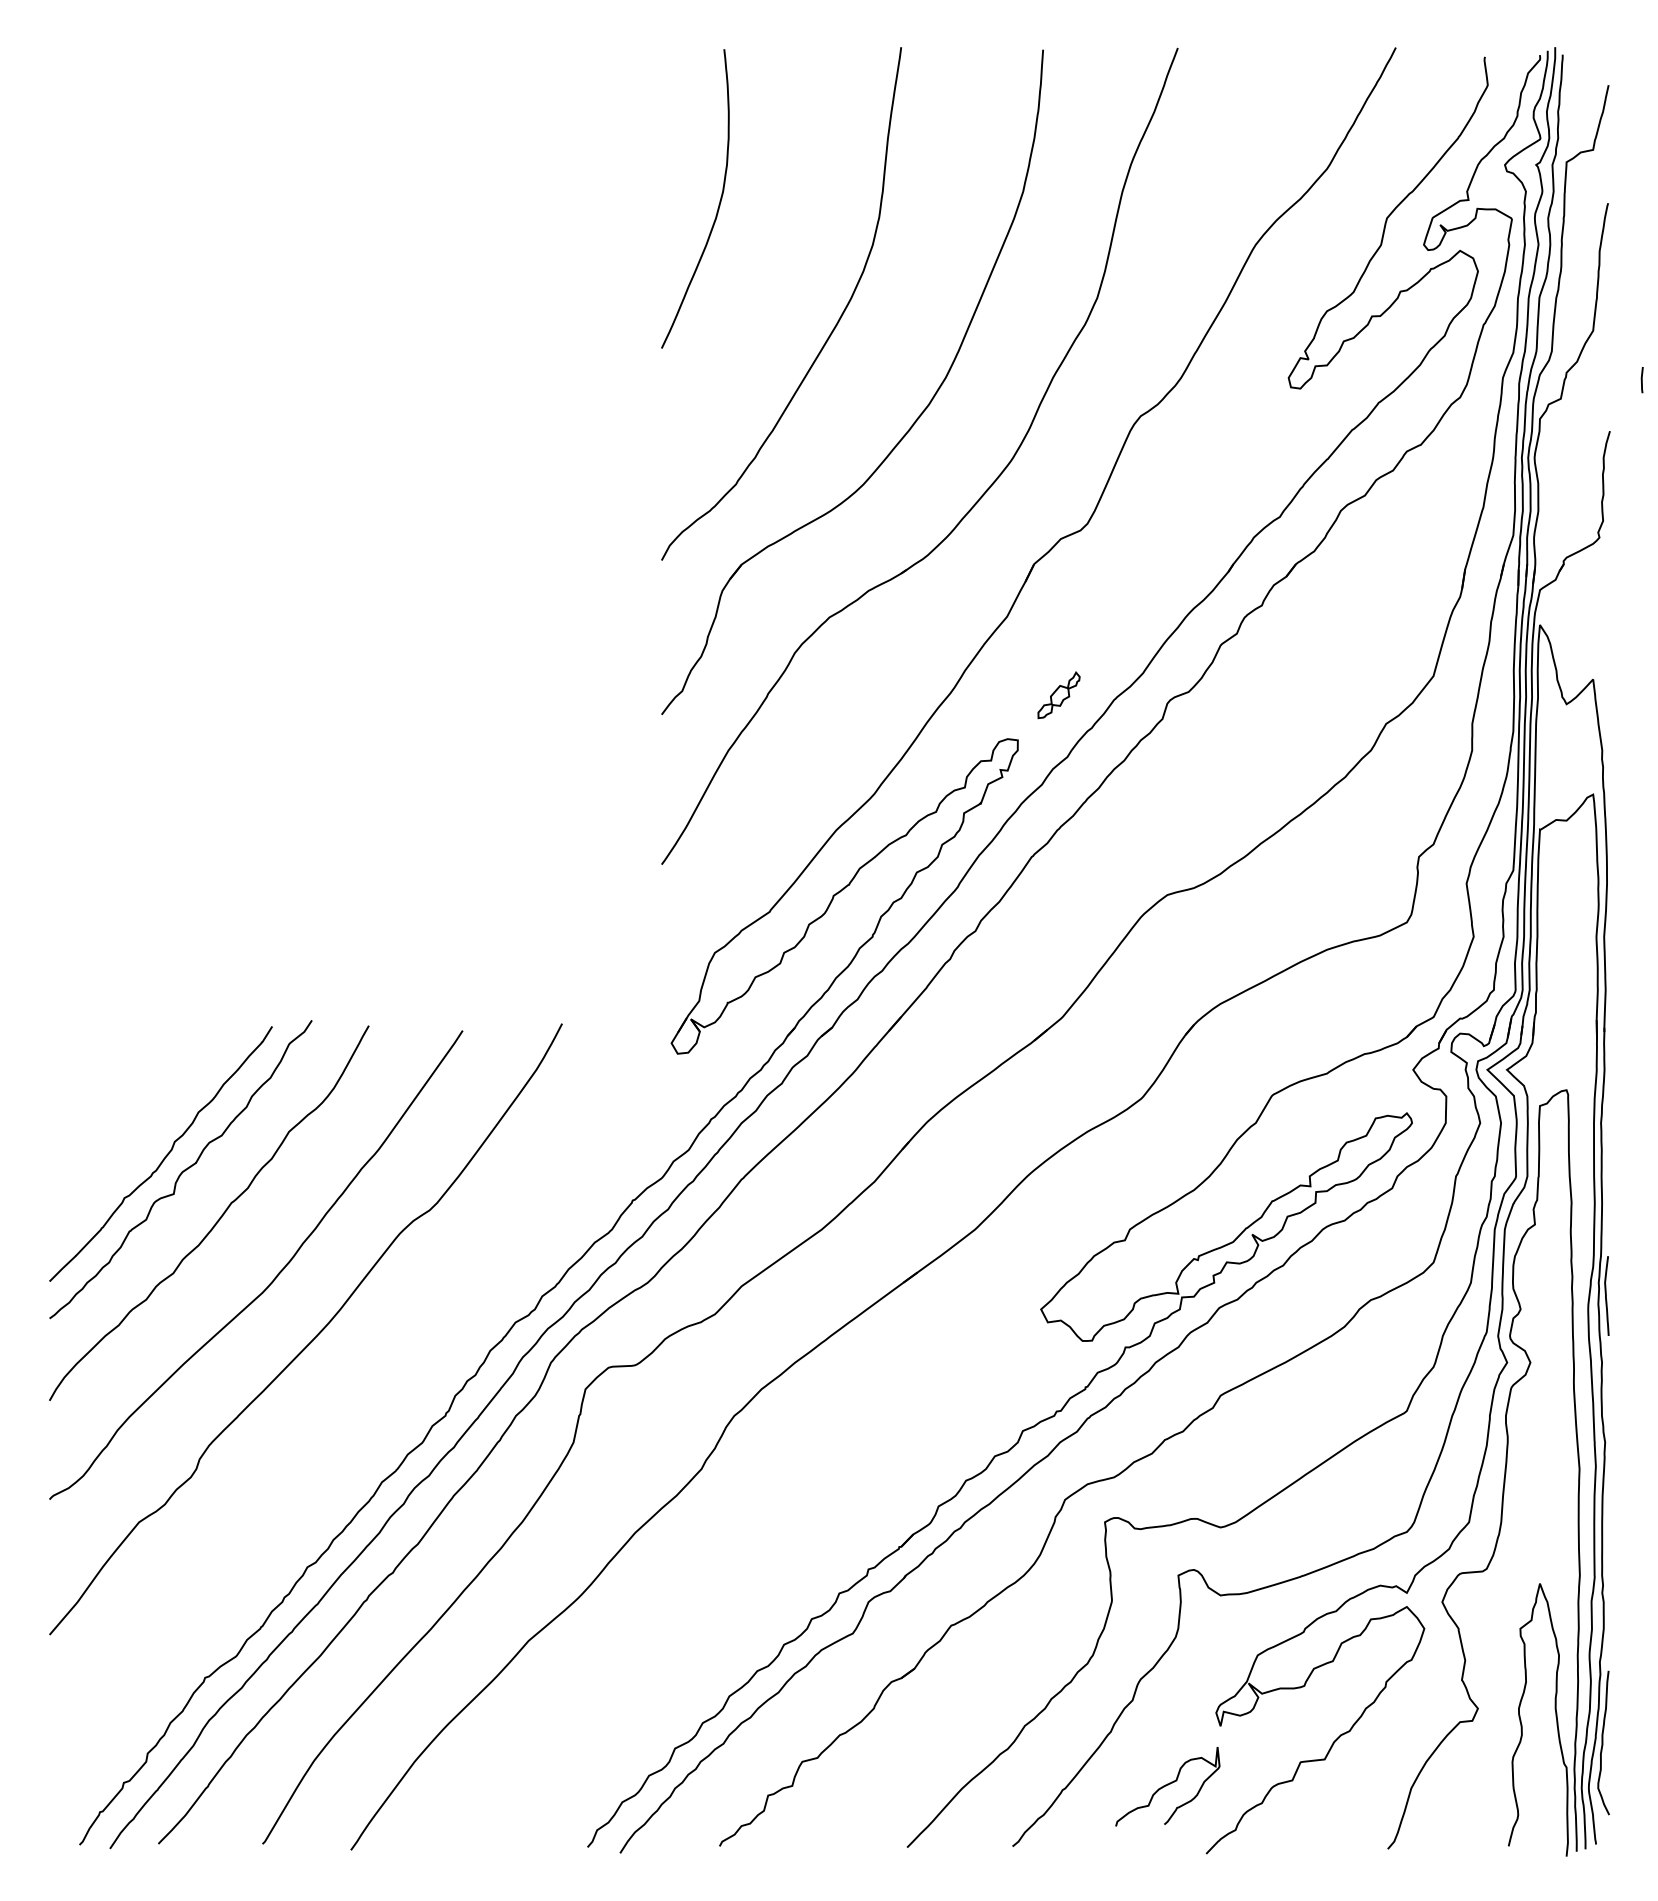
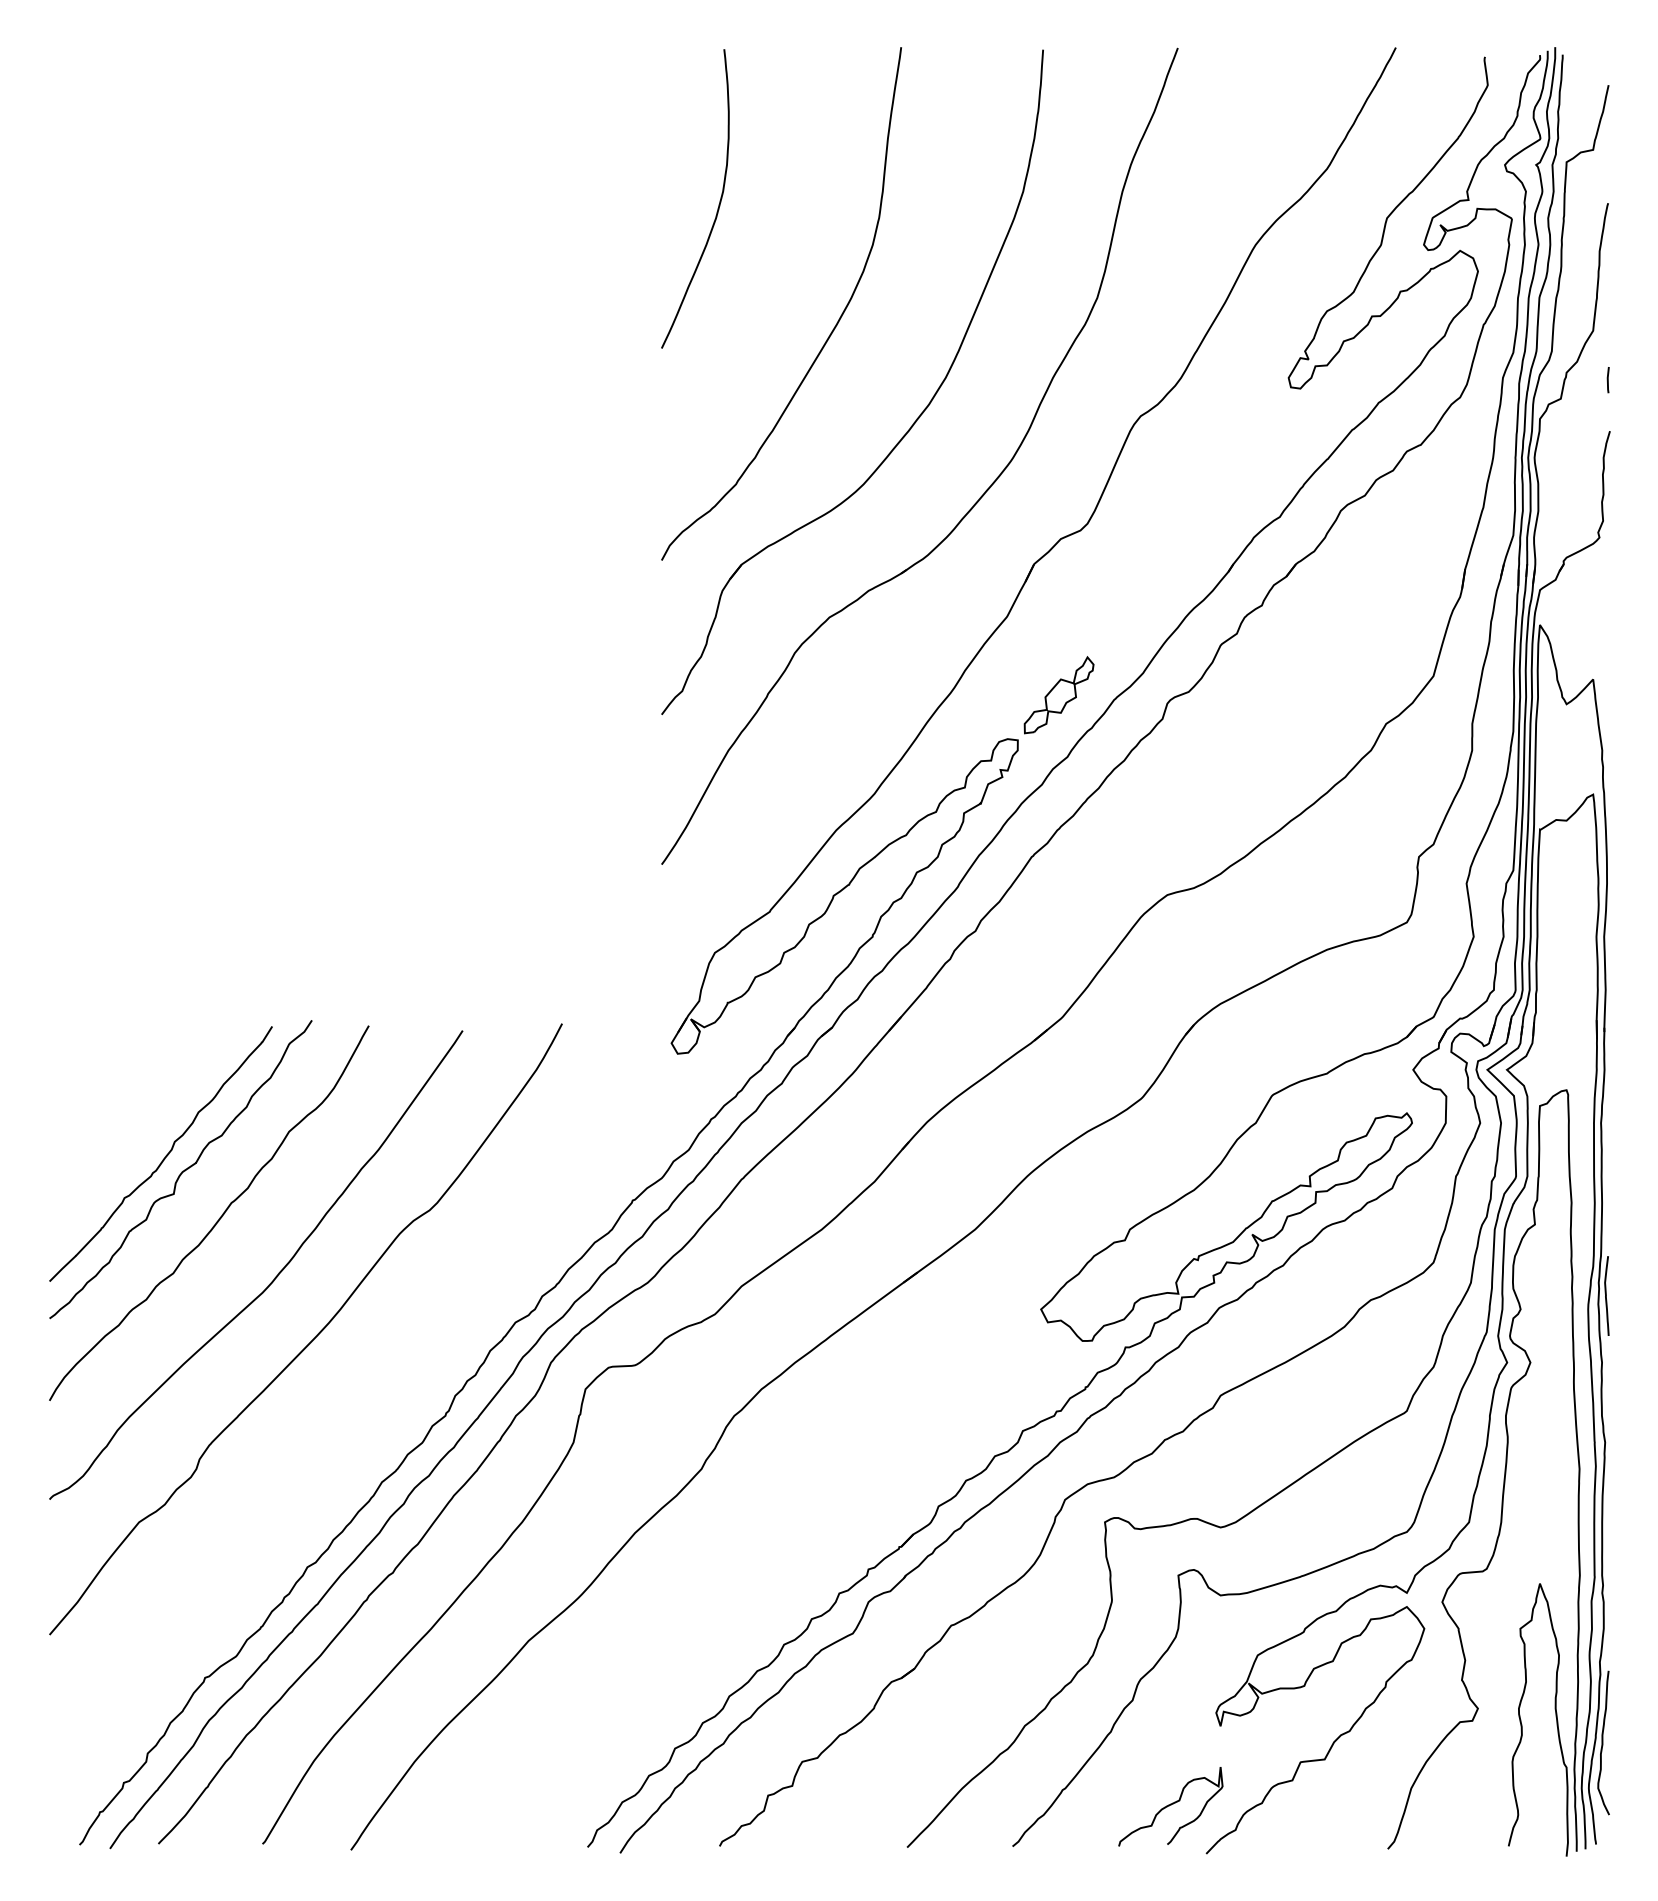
line at (1641, 380) position: (1641, 380) -> (1607, 380)
part at (1058, 695) size: 44x49 px -> 72x79 px
curve at (1167, 1785) position: (1167, 1785) -> (1170, 1805)
